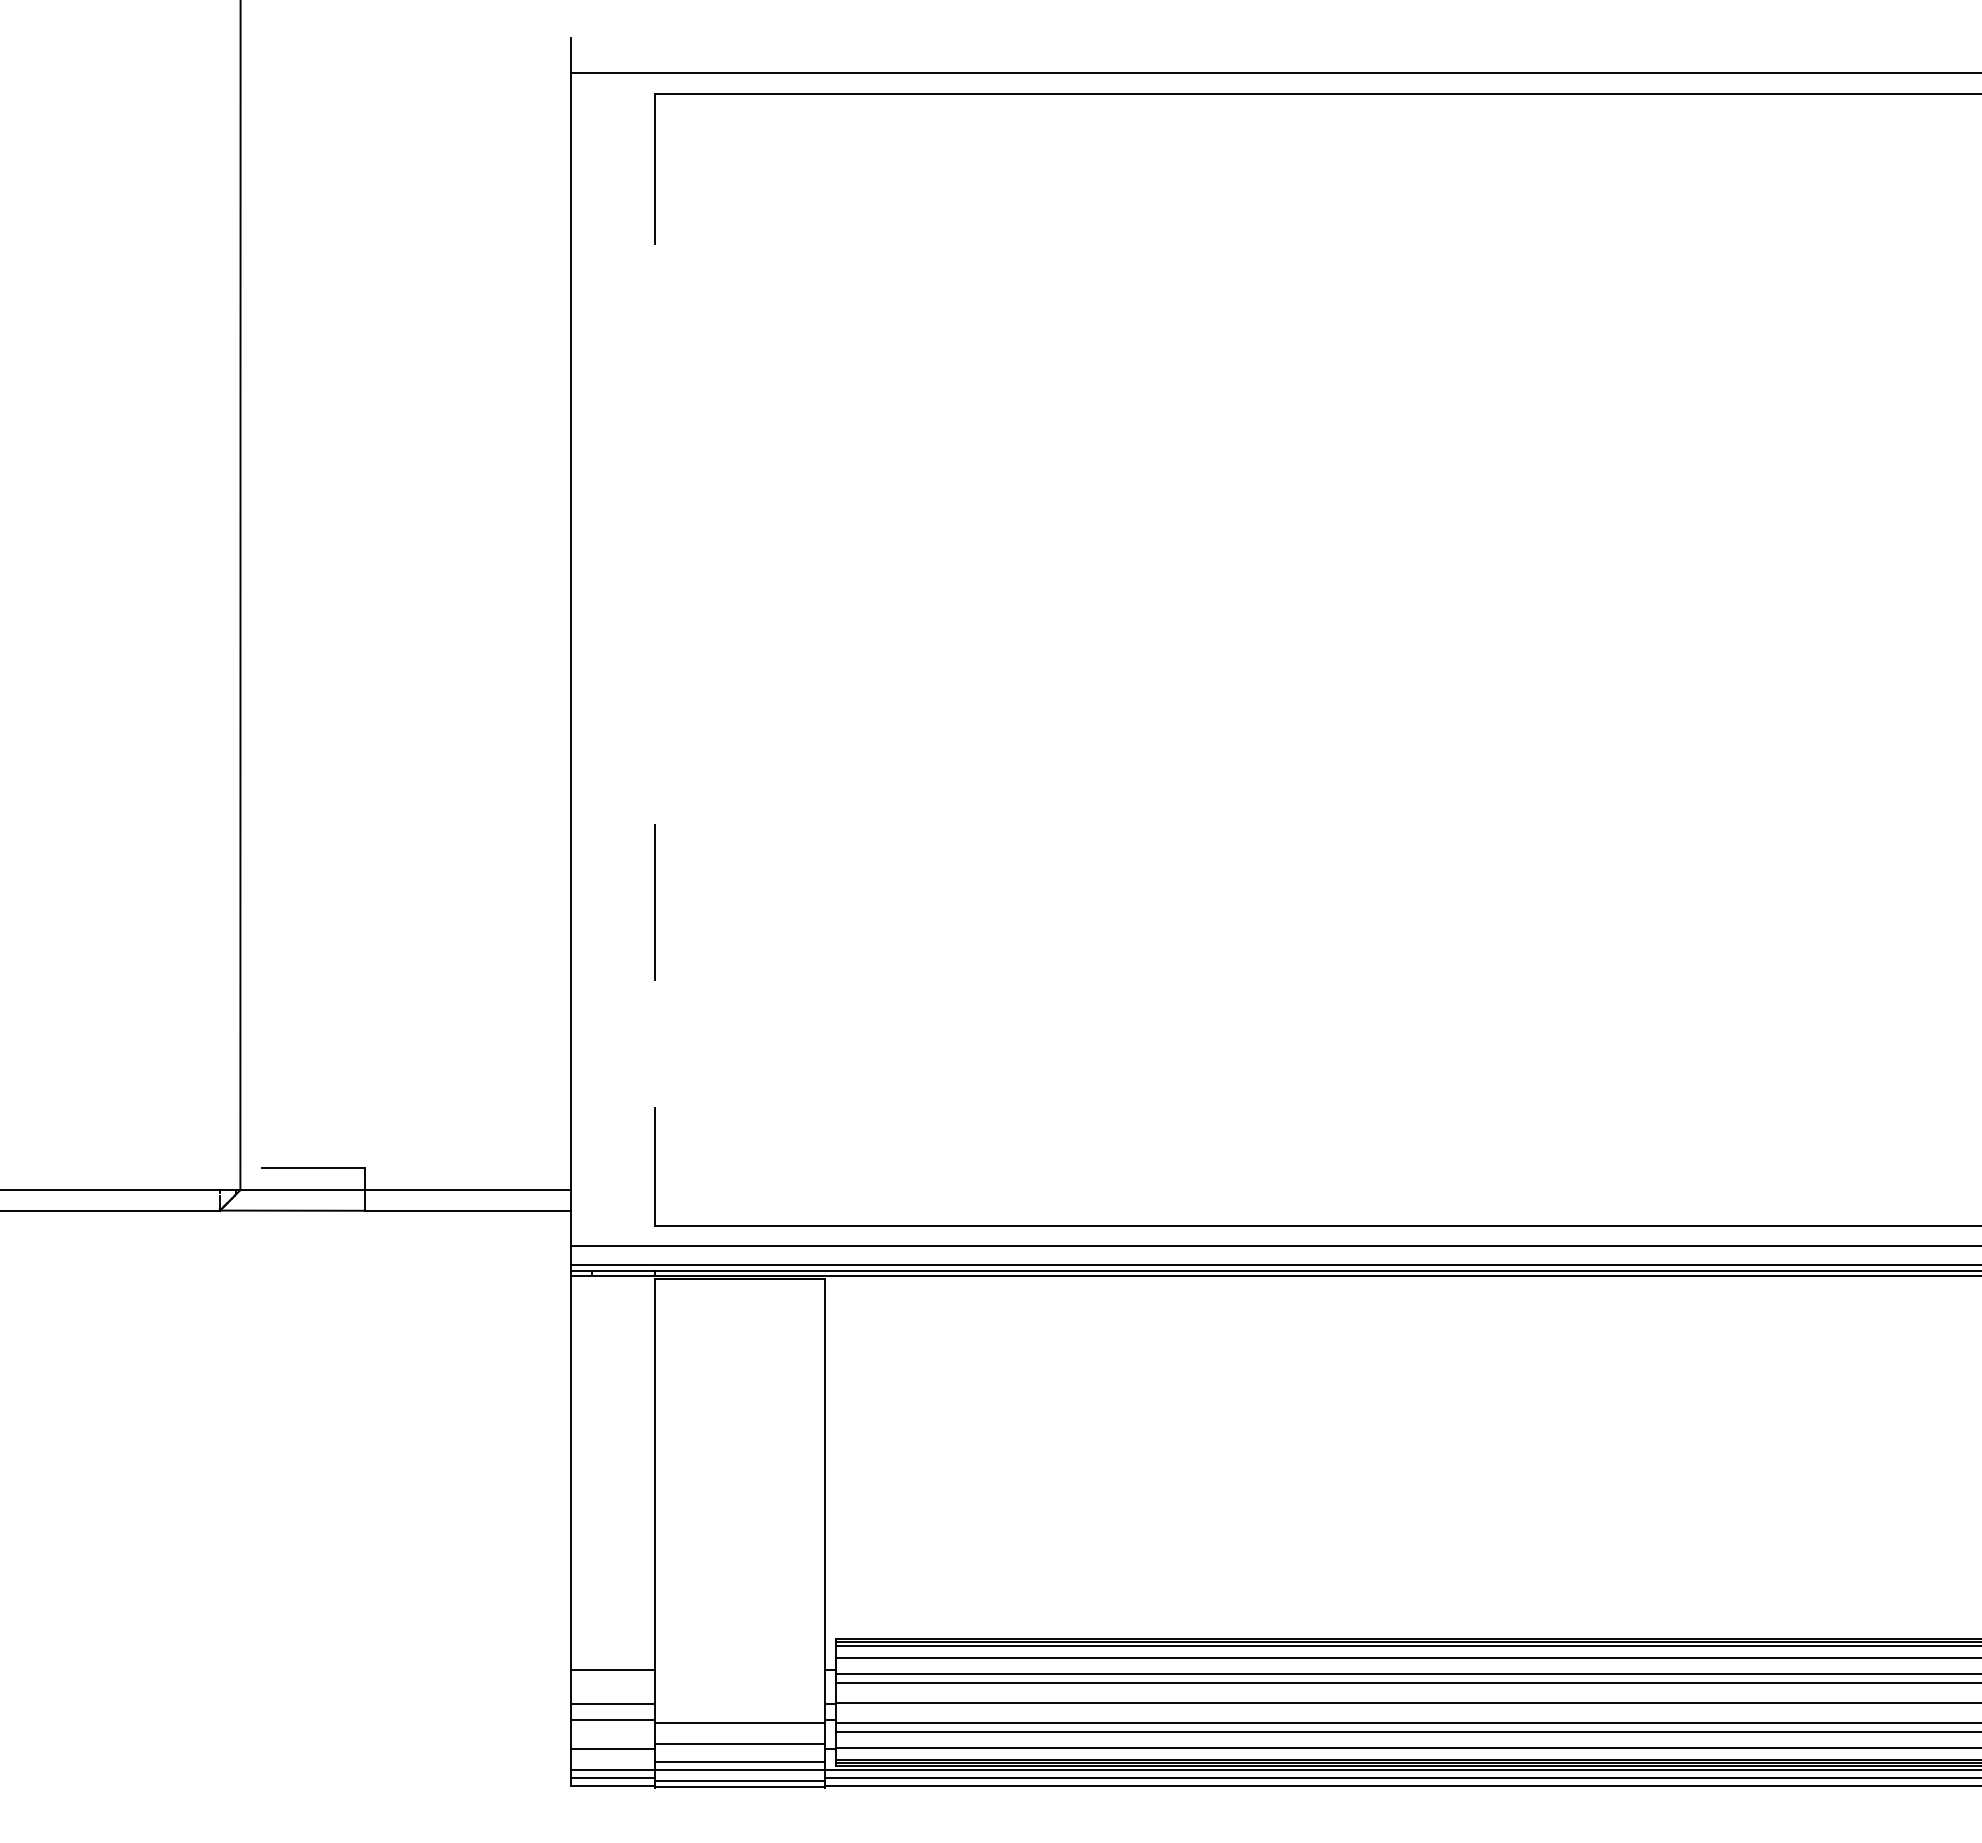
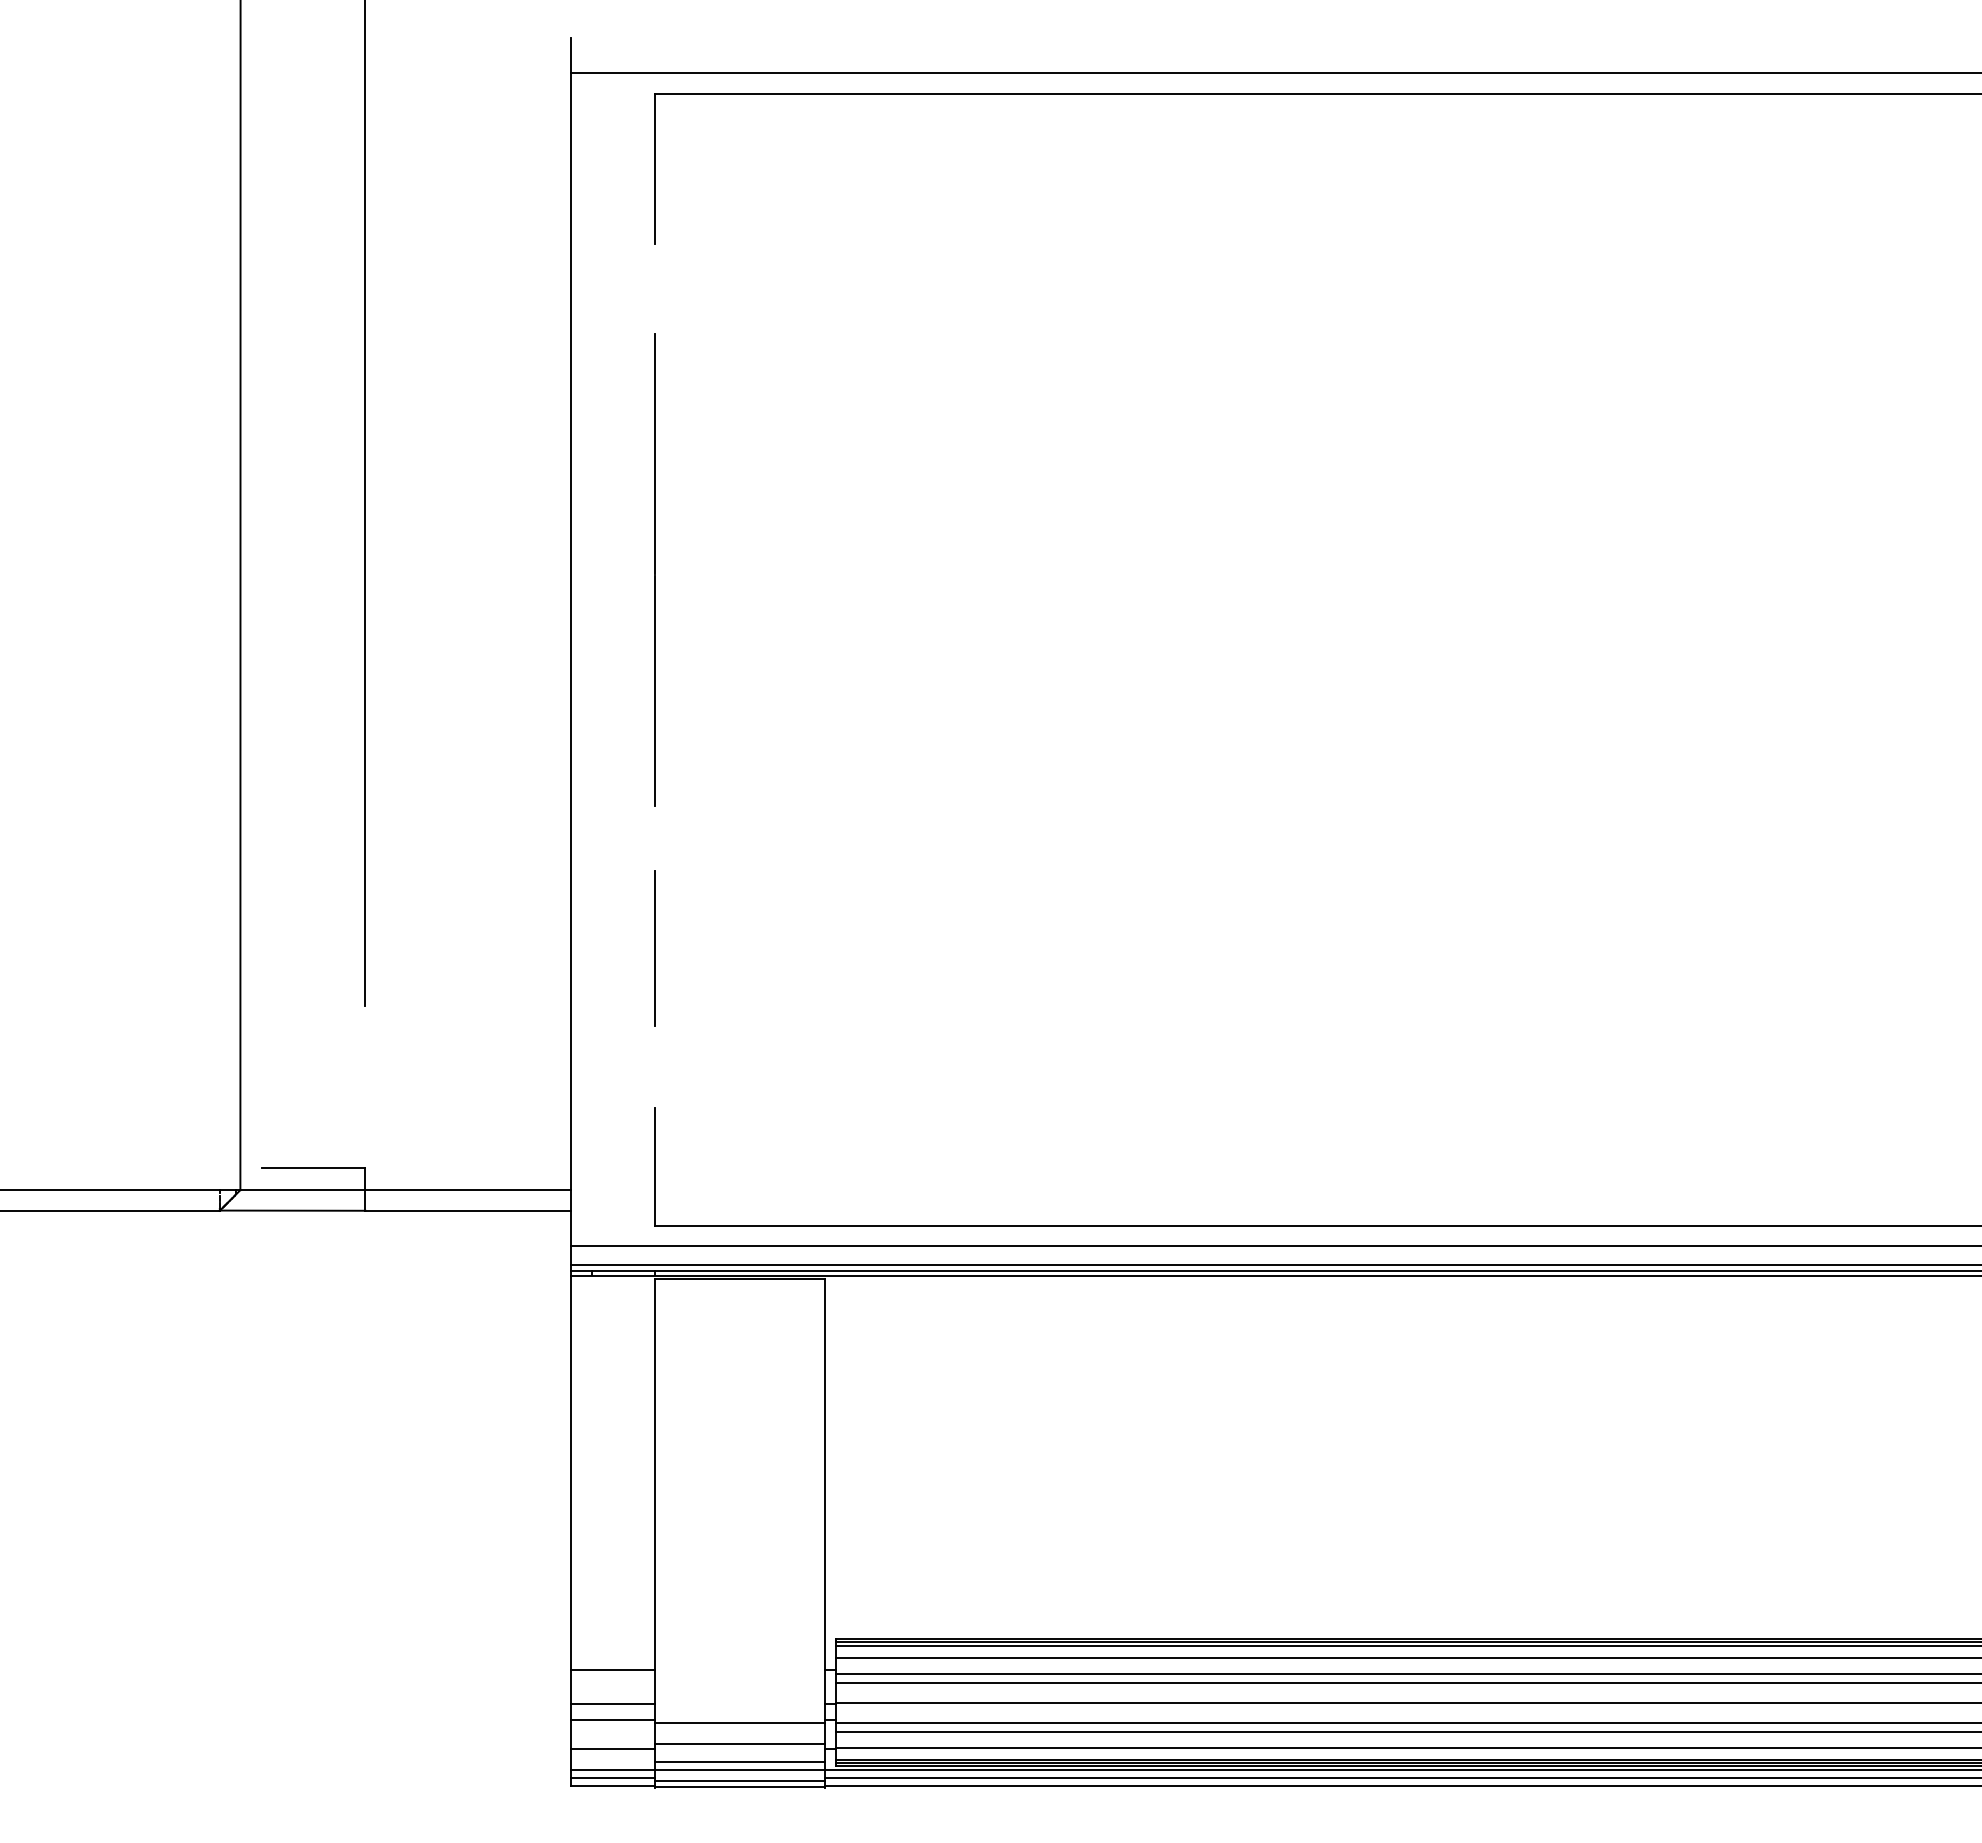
line at (365, 504): none -> present
line at (654, 569): none -> present
line at (654, 902) position: (654, 902) -> (654, 948)
